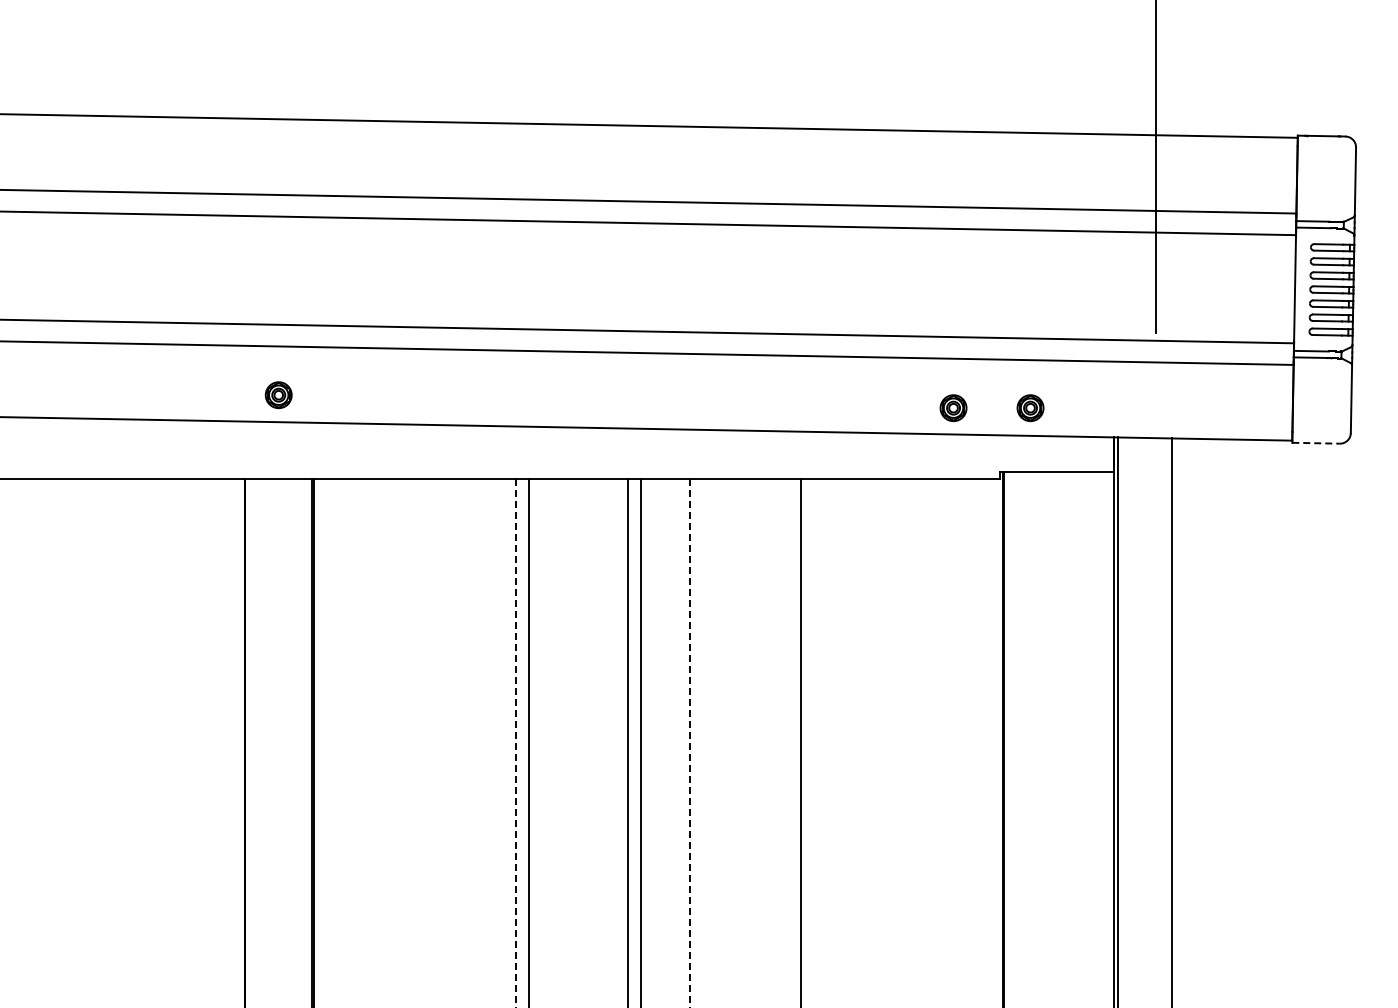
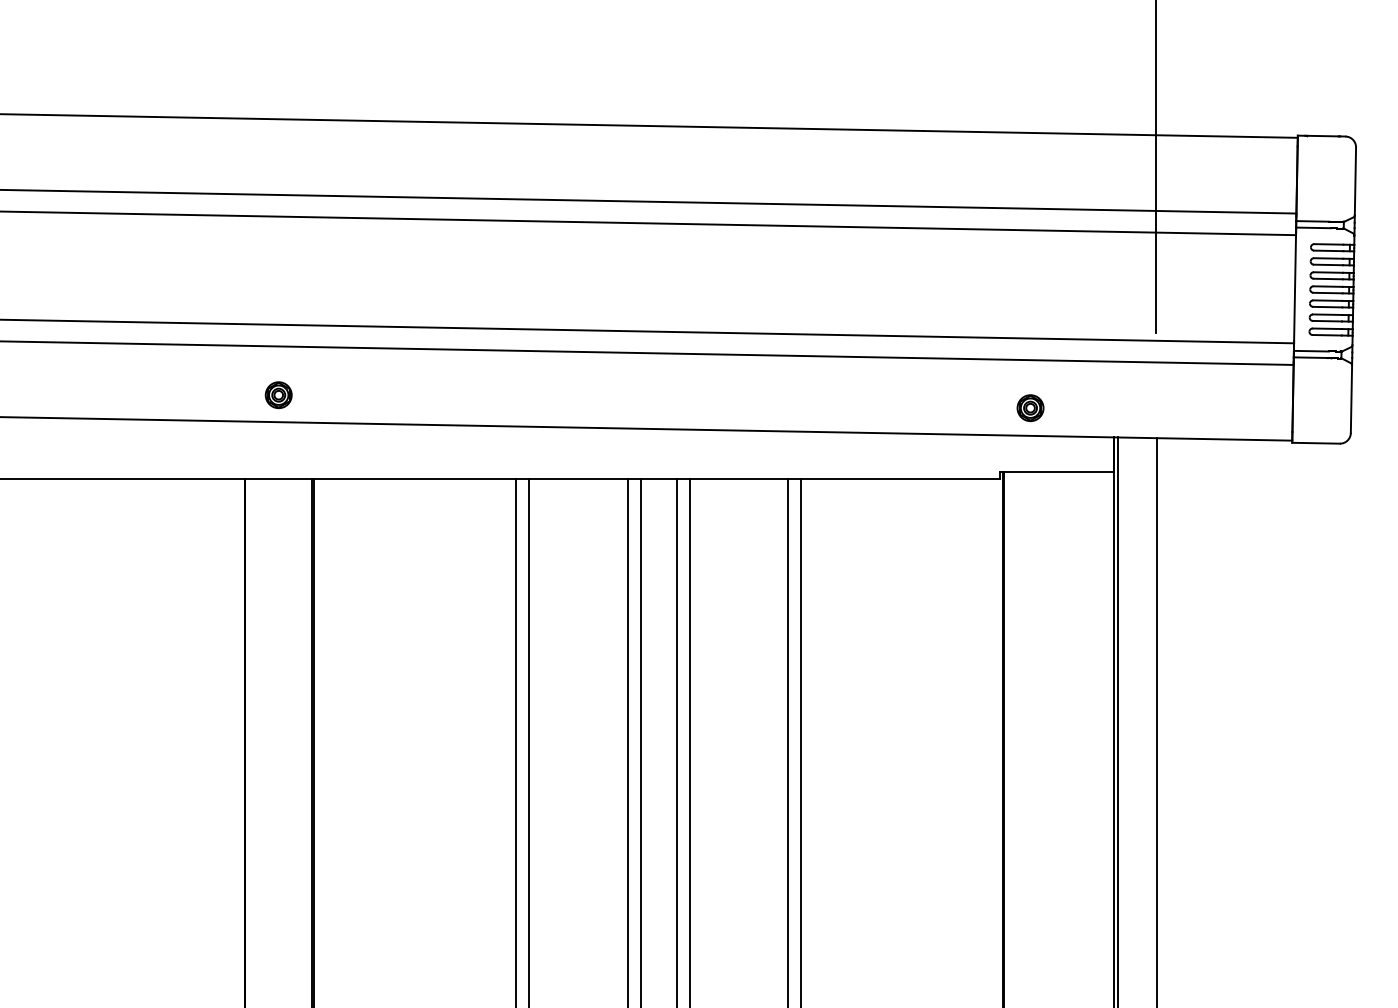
part at (953, 408): present -> none
line at (1316, 443): dashed -> solid
line at (1172, 721) position: (1172, 721) -> (1157, 721)
line at (676, 741): none -> present
line at (788, 741): none -> present
line at (516, 743): dashed -> solid
line at (689, 743): dashed -> solid
